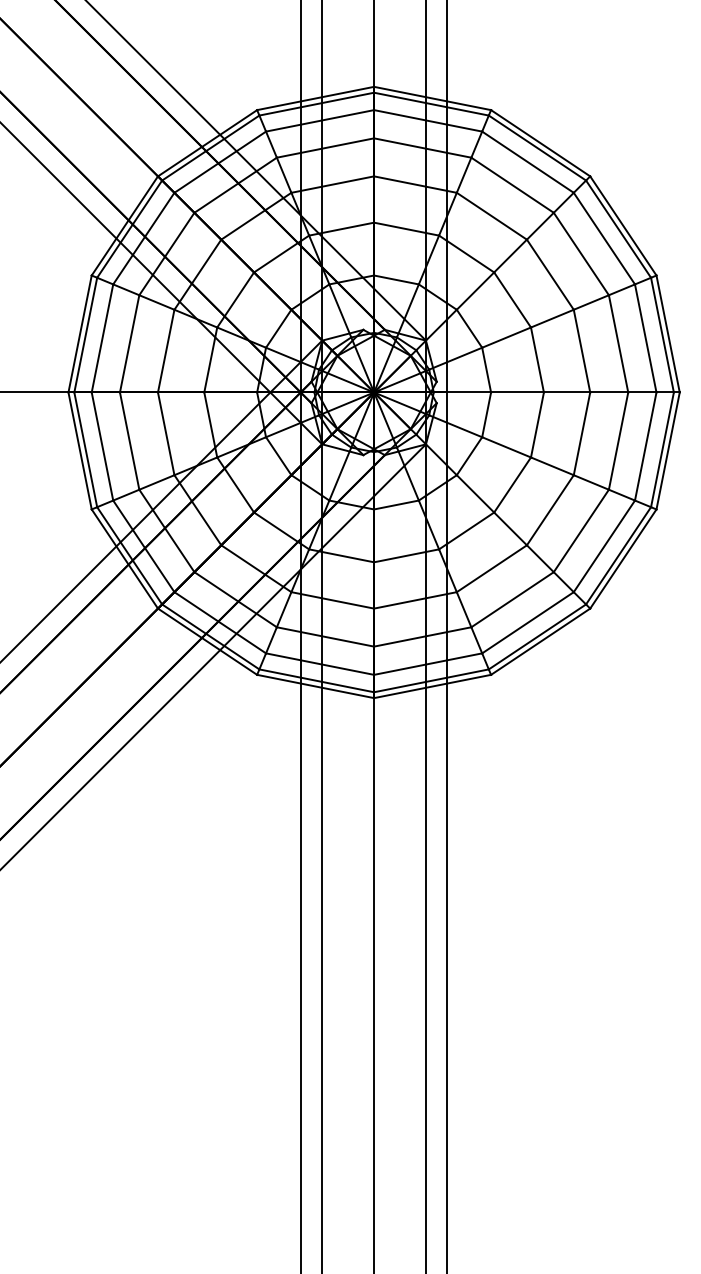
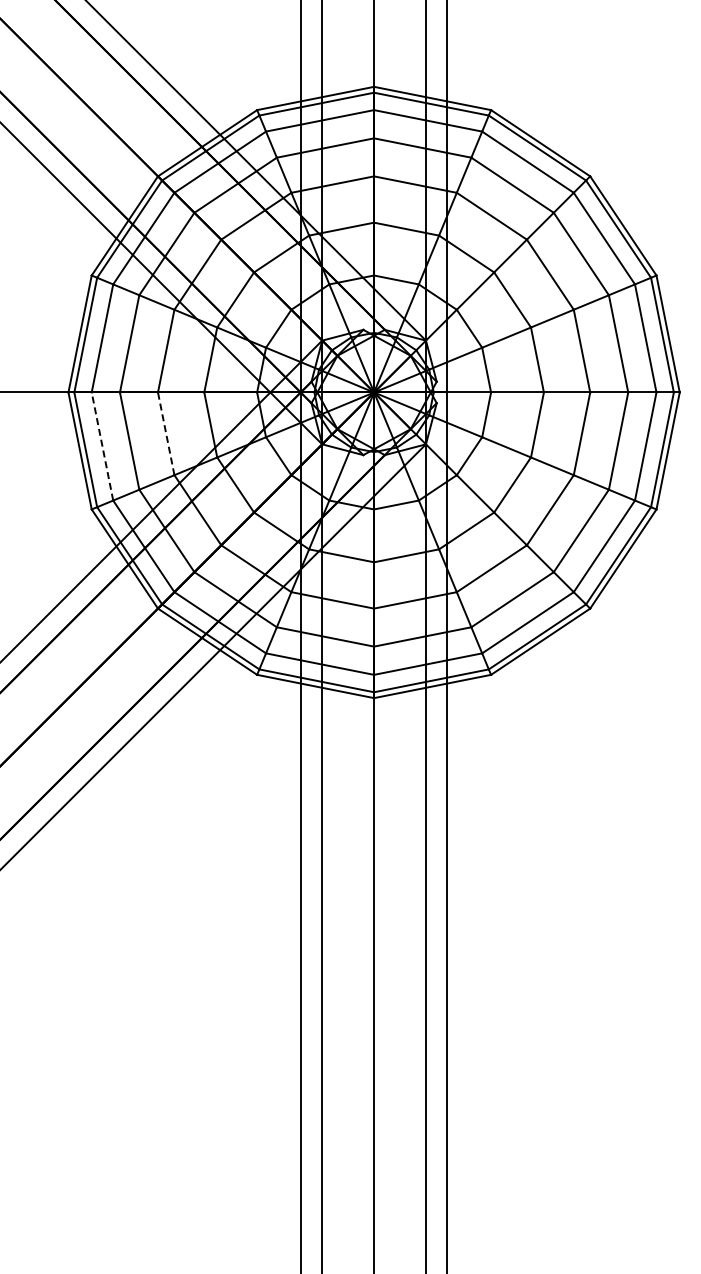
line at (166, 433): solid -> dashed
line at (102, 446): solid -> dashed
